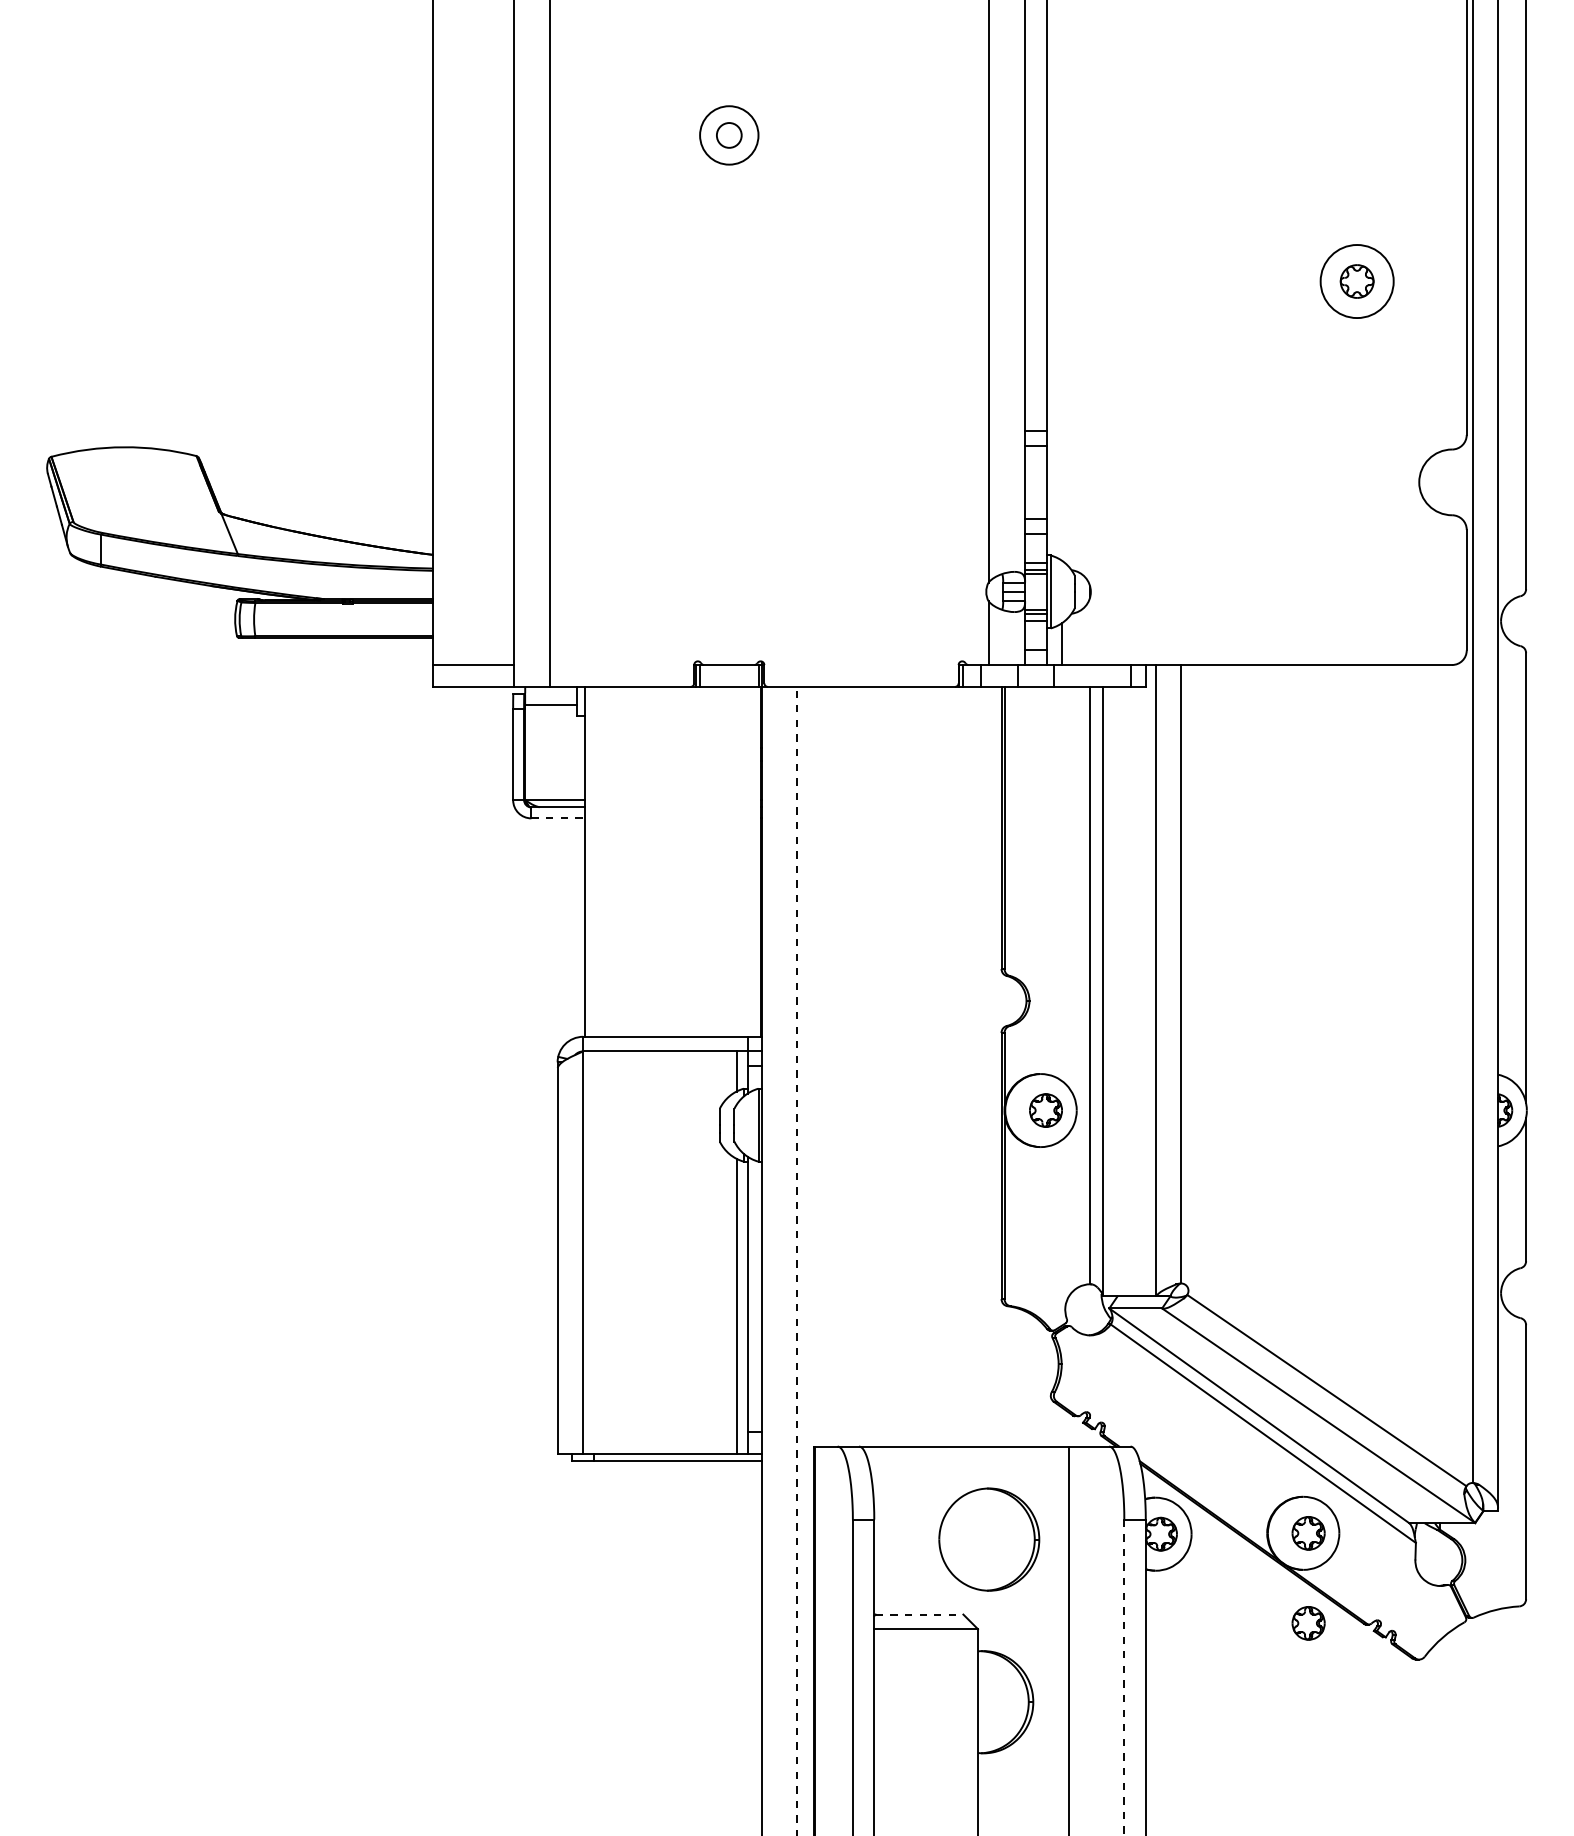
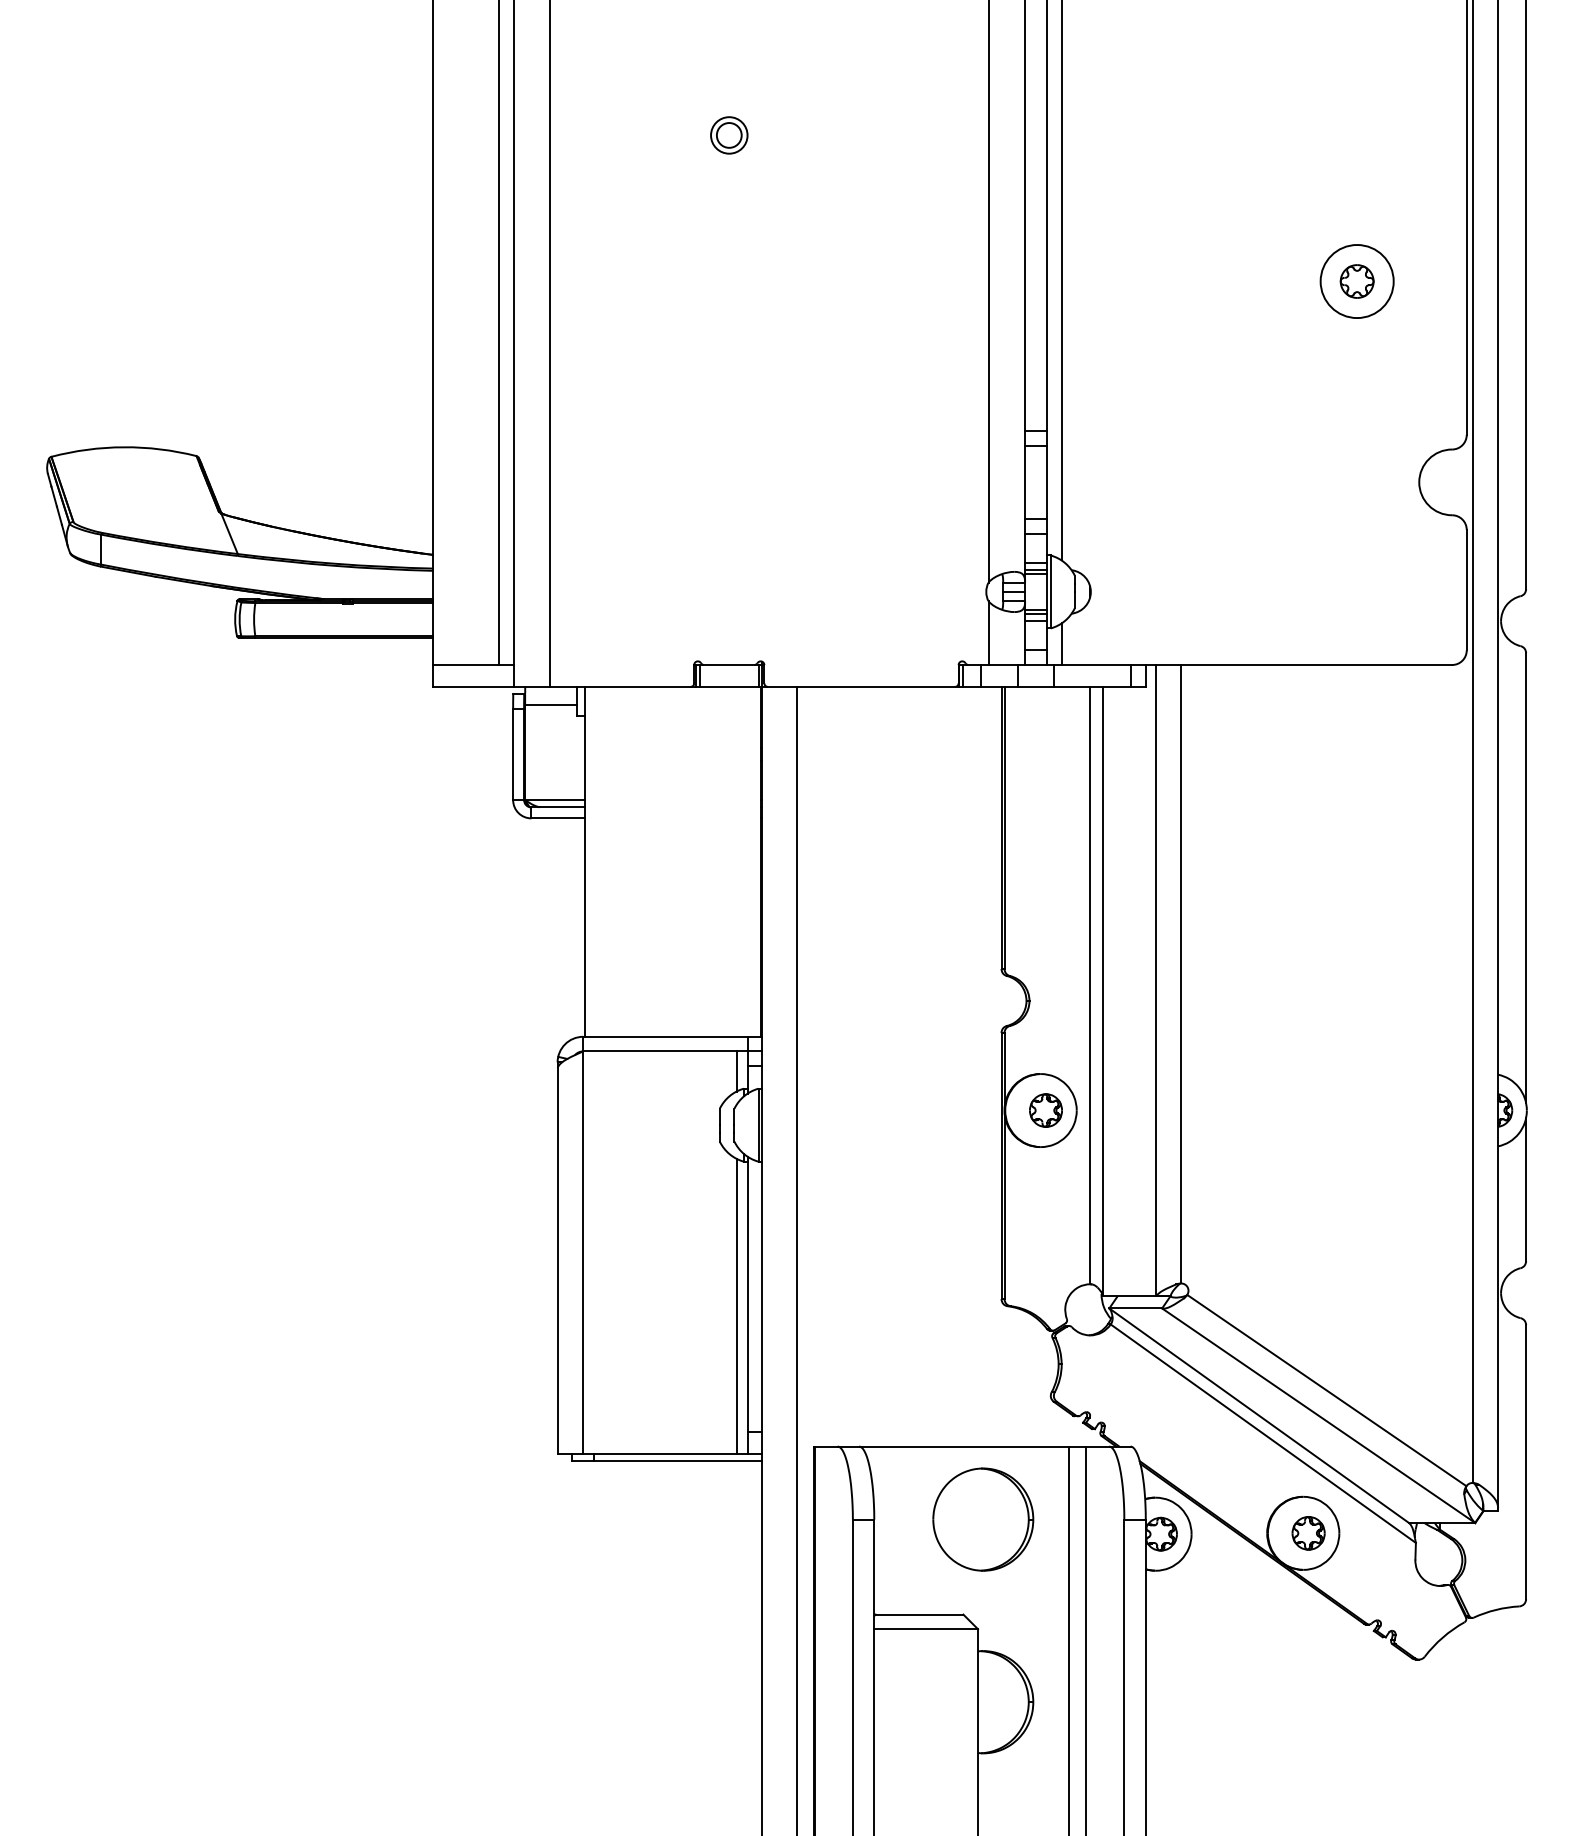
circle at (729, 135) diameter: 58 px -> 37 px
line at (1061, 281): none -> present
line at (499, 333): none -> present
line at (558, 818): dashed -> solid
line at (797, 1260): dashed -> solid
part at (989, 1539) position: (989, 1539) -> (983, 1519)
line at (919, 1614): dashed -> solid
part at (1308, 1623): present -> none
line at (1086, 1639): none -> present
line at (1124, 1677): dashed -> solid
